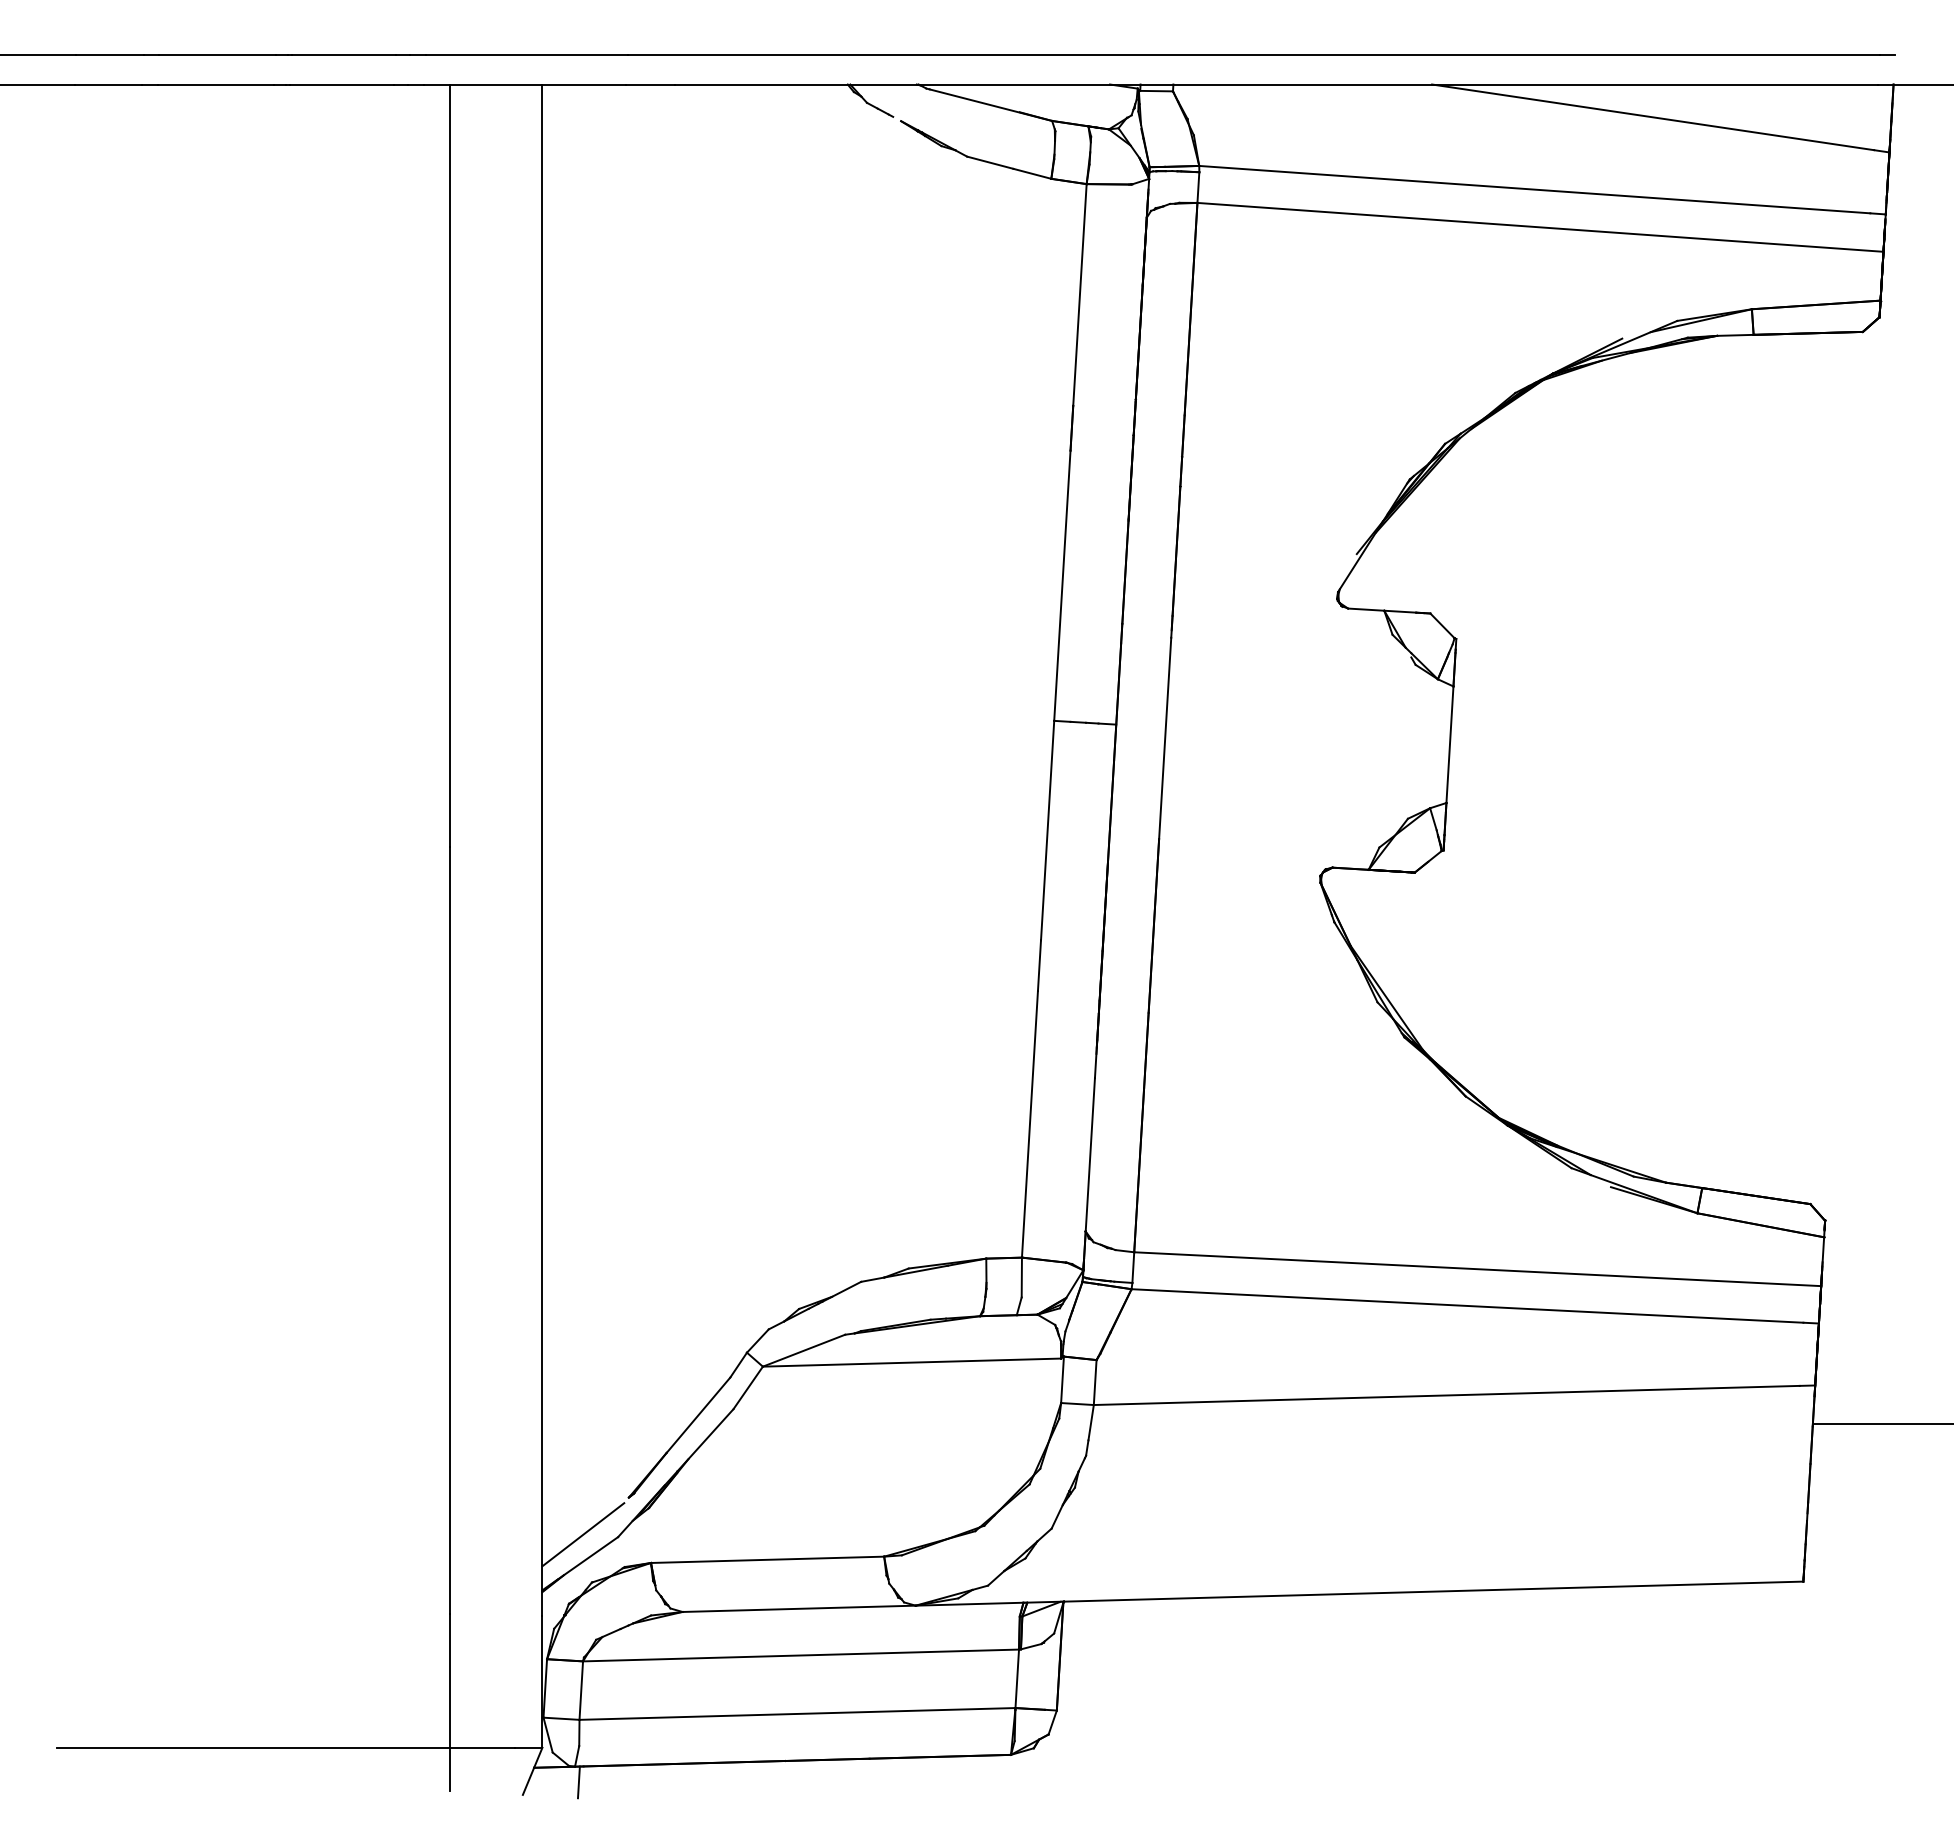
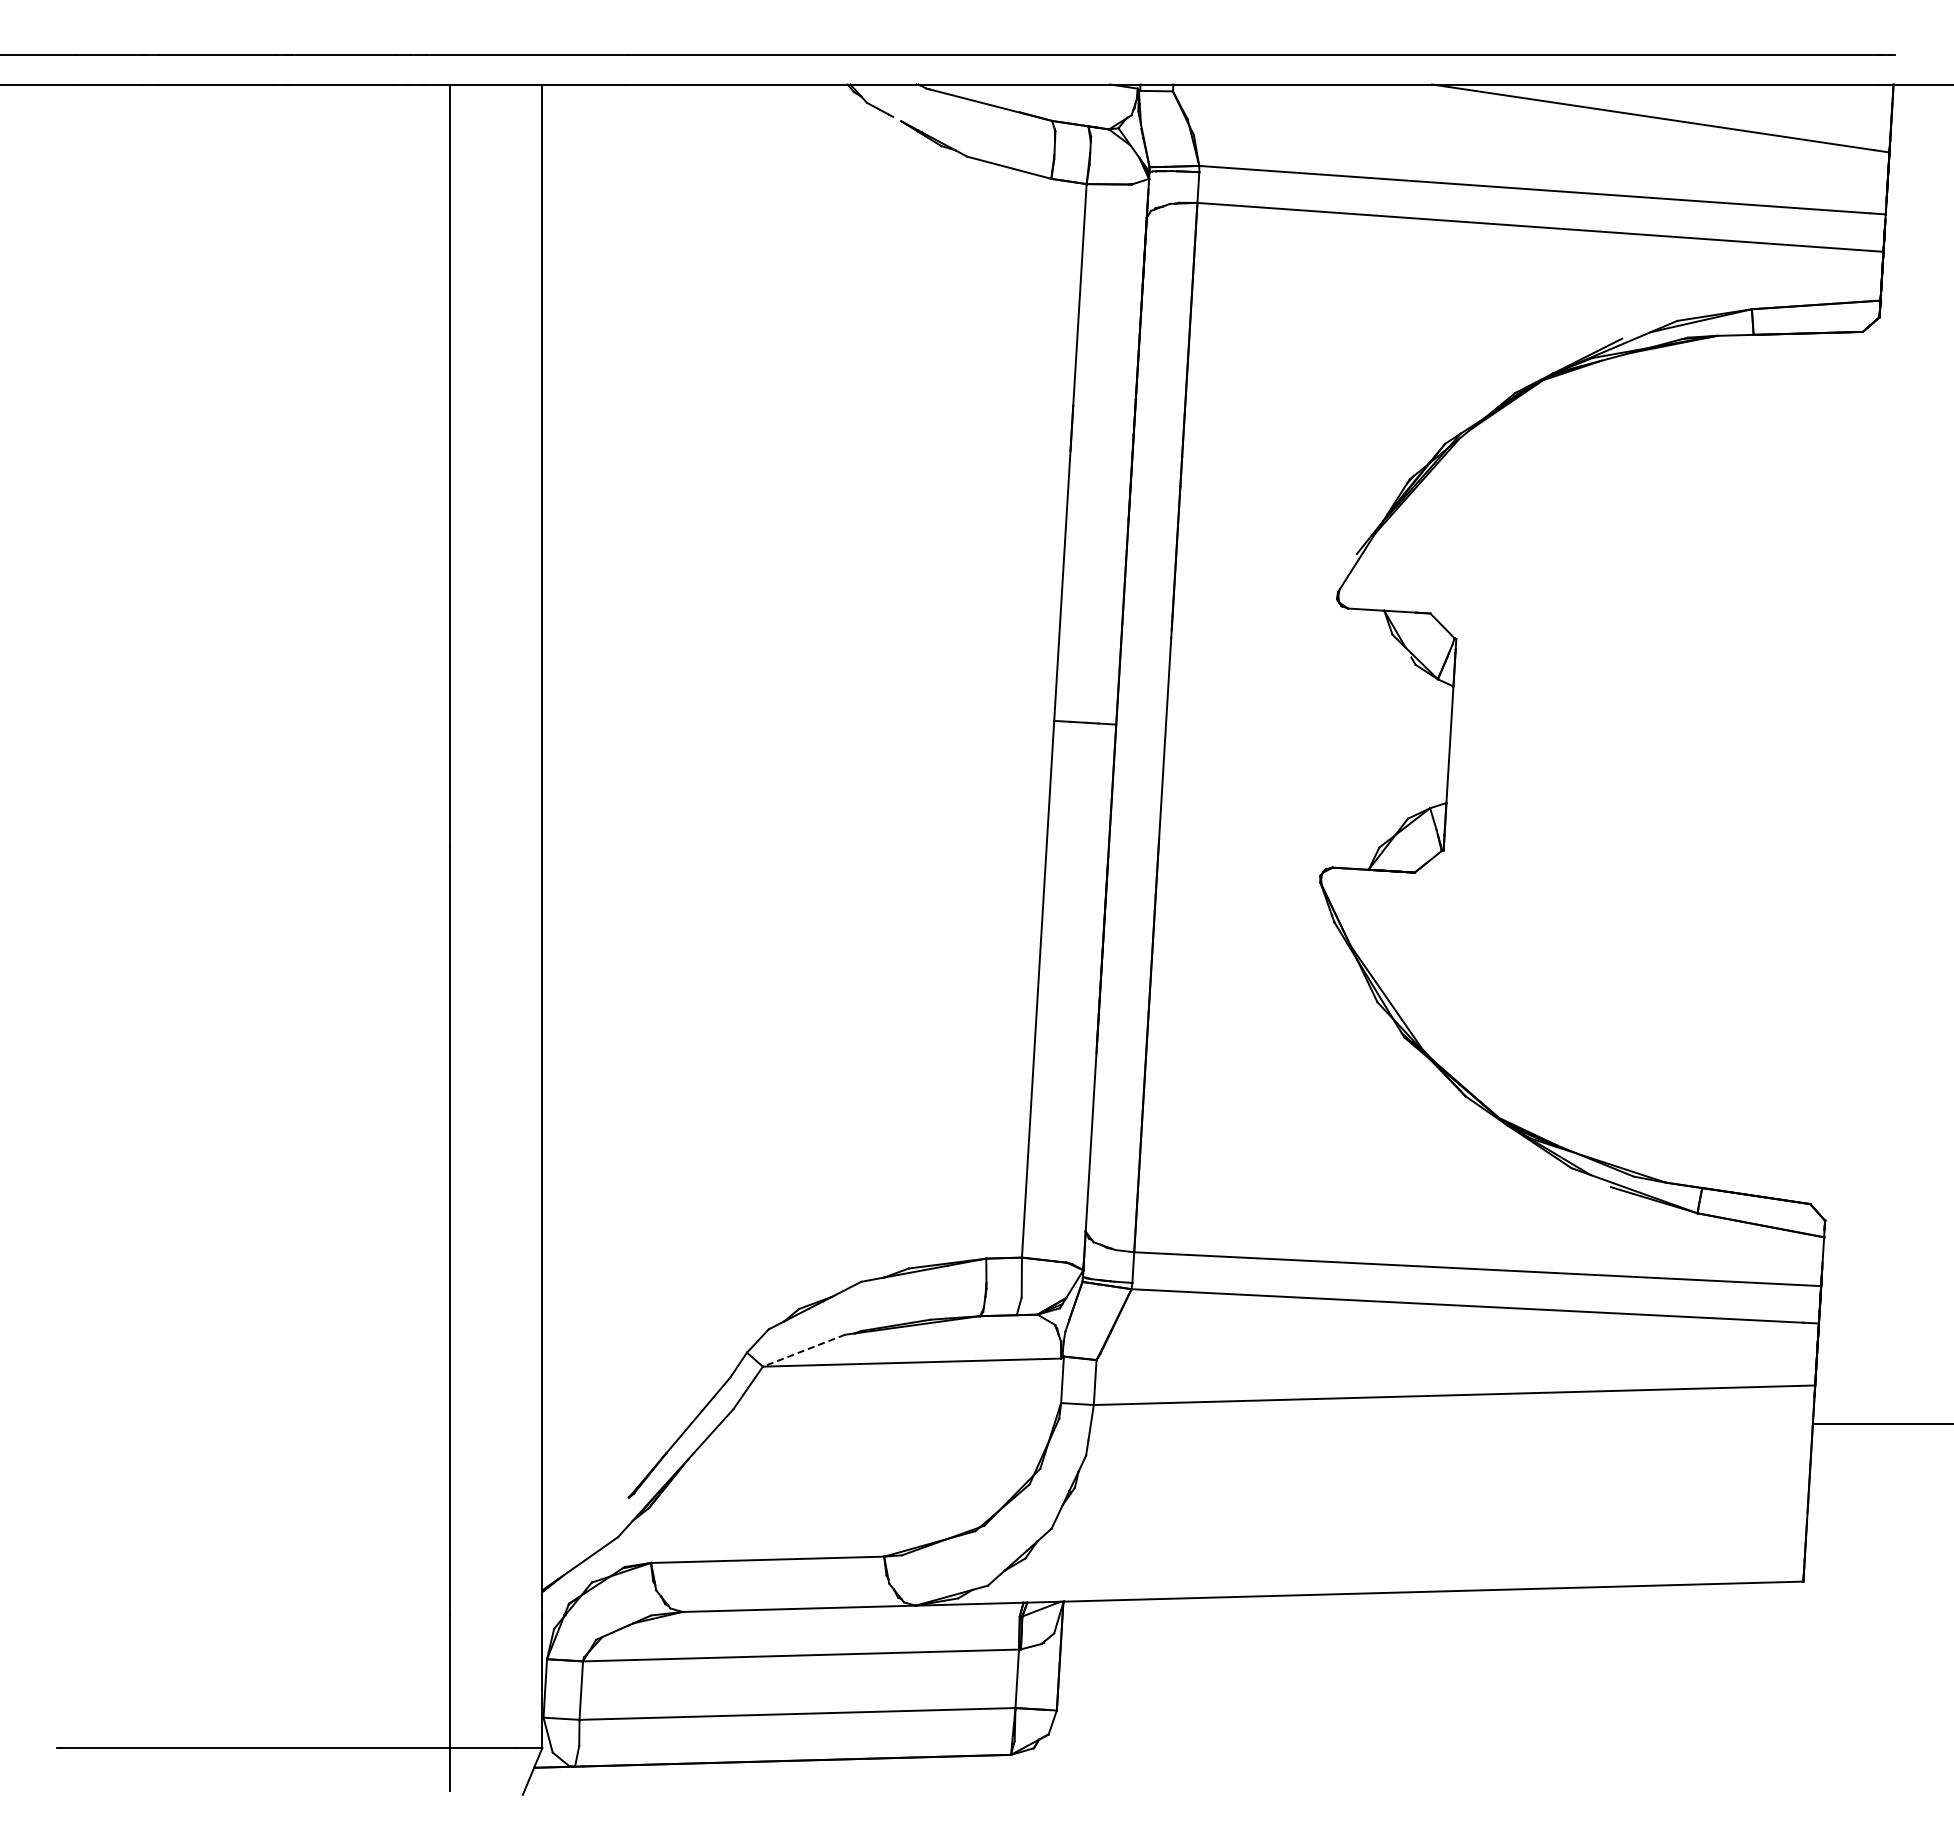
line at (803, 1350): solid -> dashed
line at (583, 1534): present -> none
line at (578, 1782): present -> none
